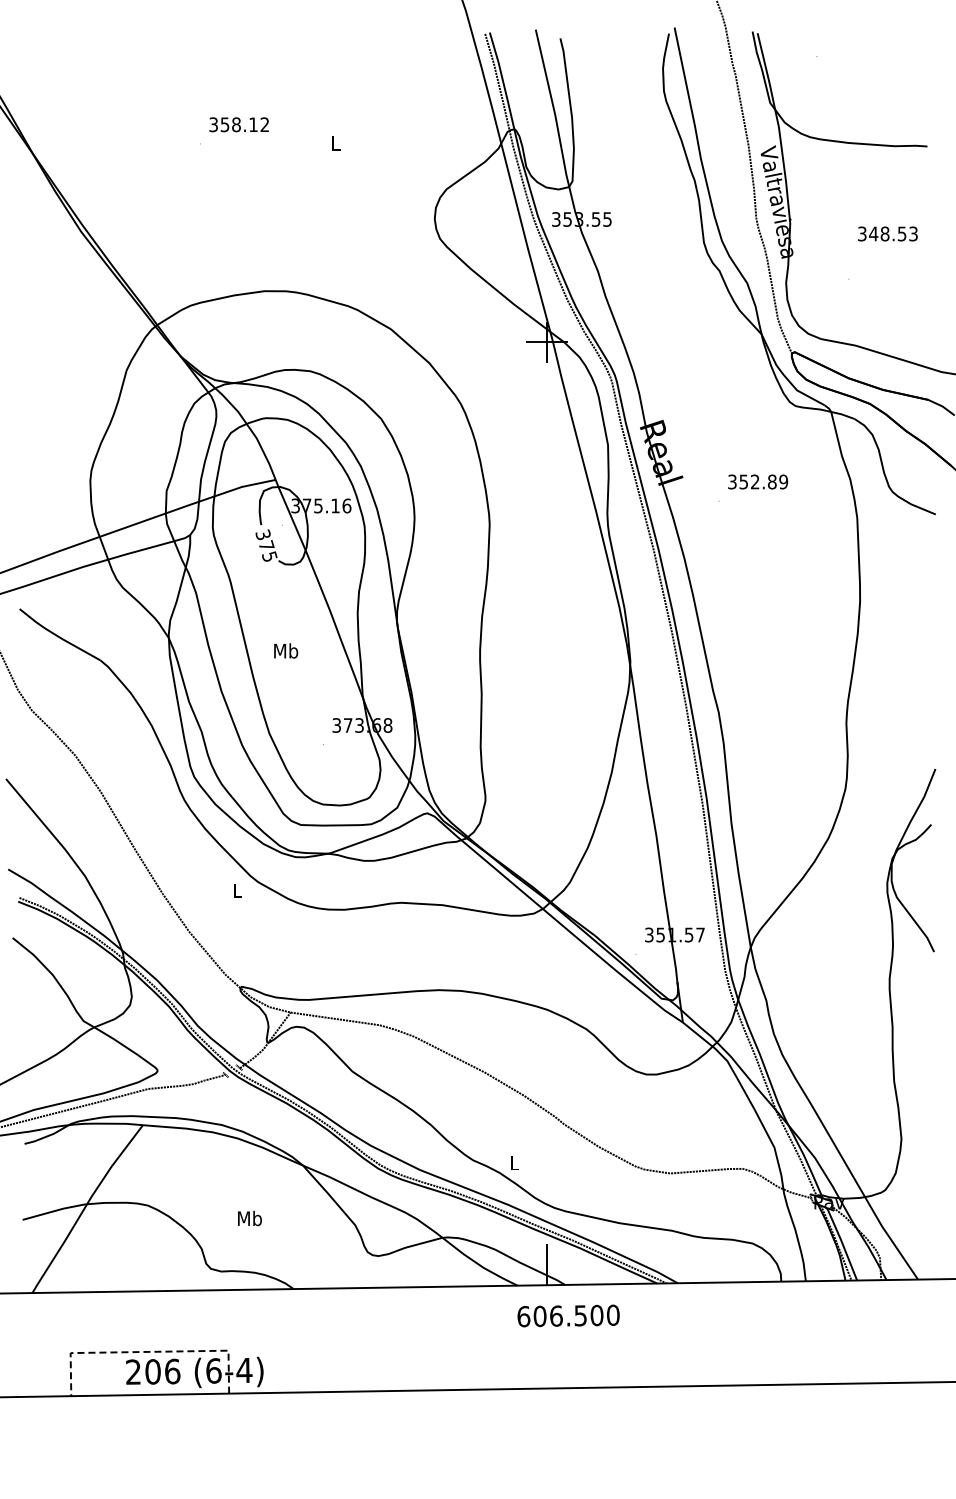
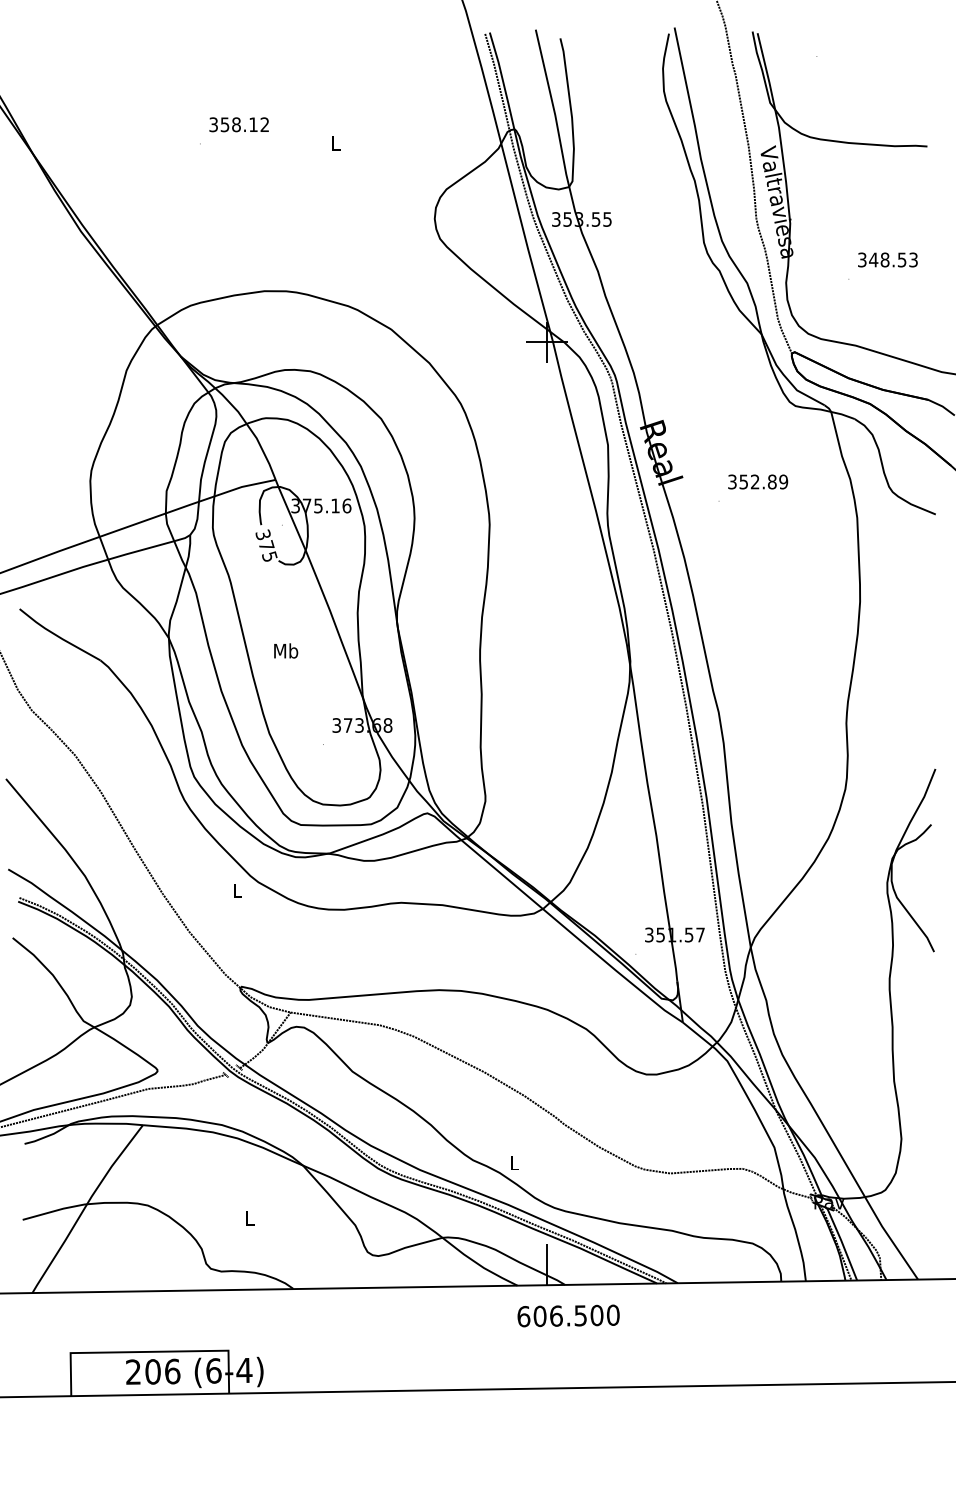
text at (887, 233) position: (887, 233) -> (887, 259)
text at (249, 1218): Mb -> L
line at (148, 1351): dashed -> solid
